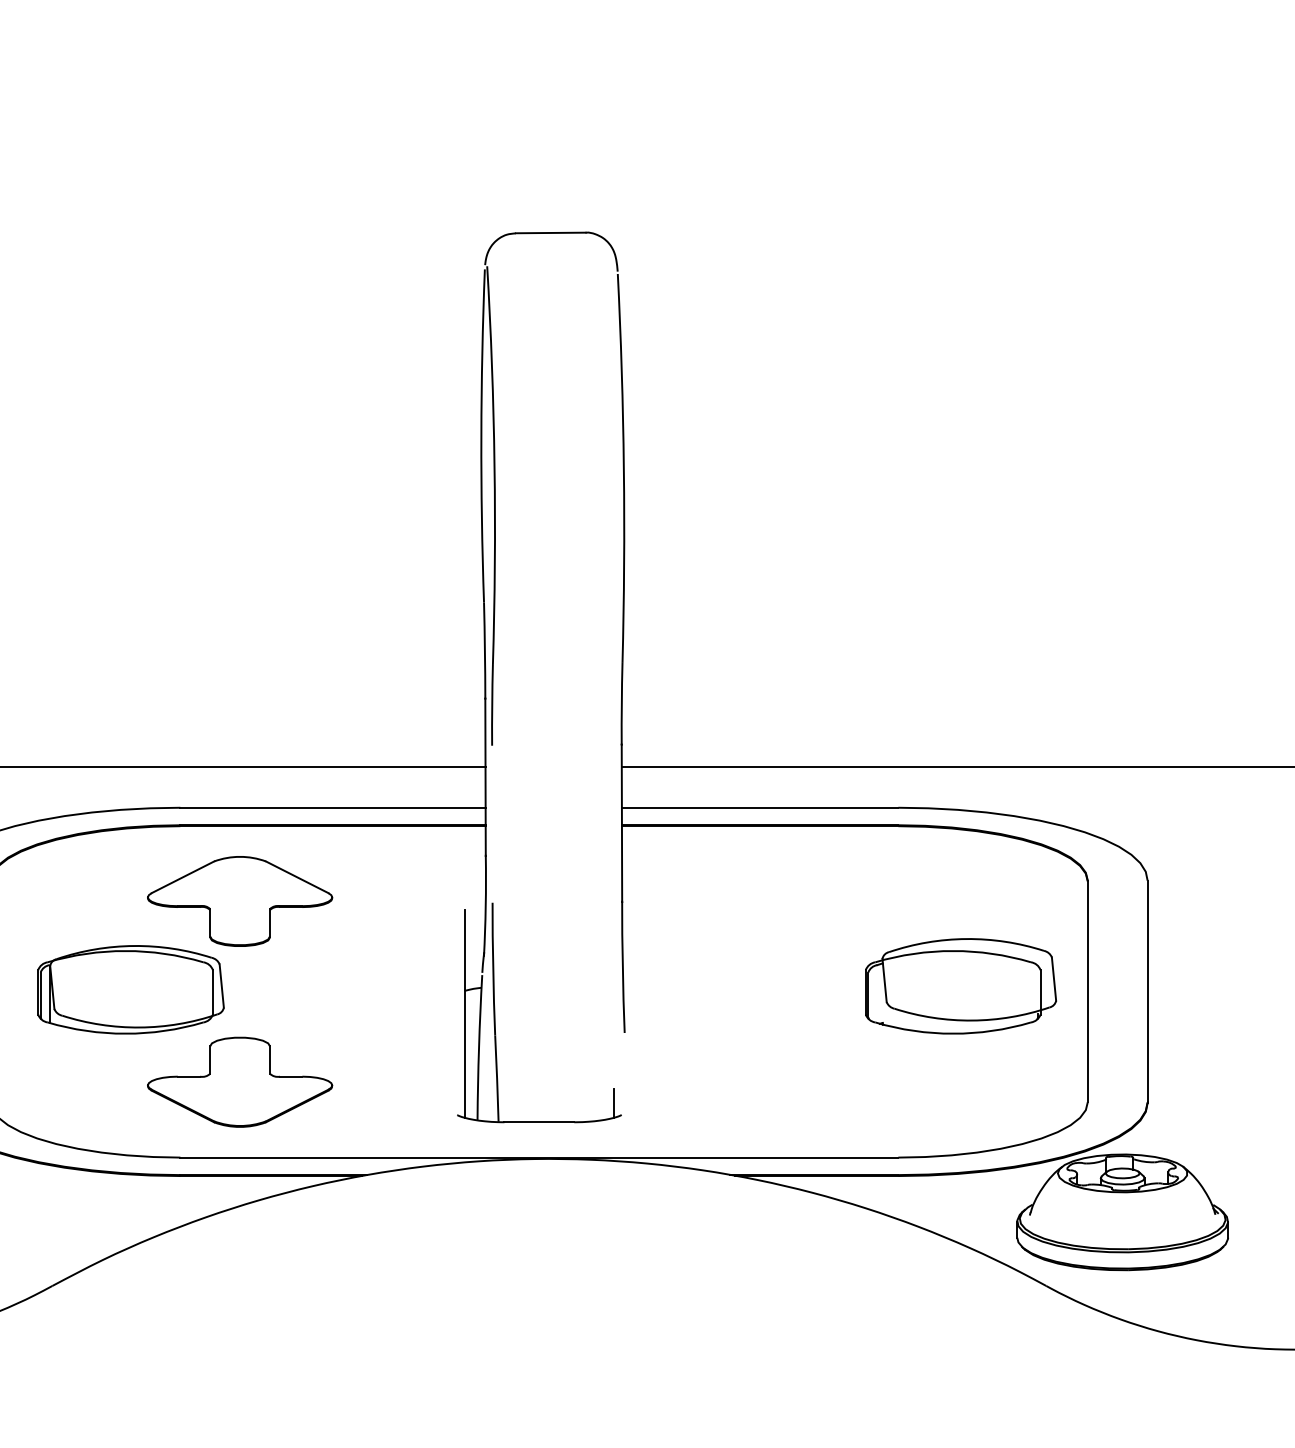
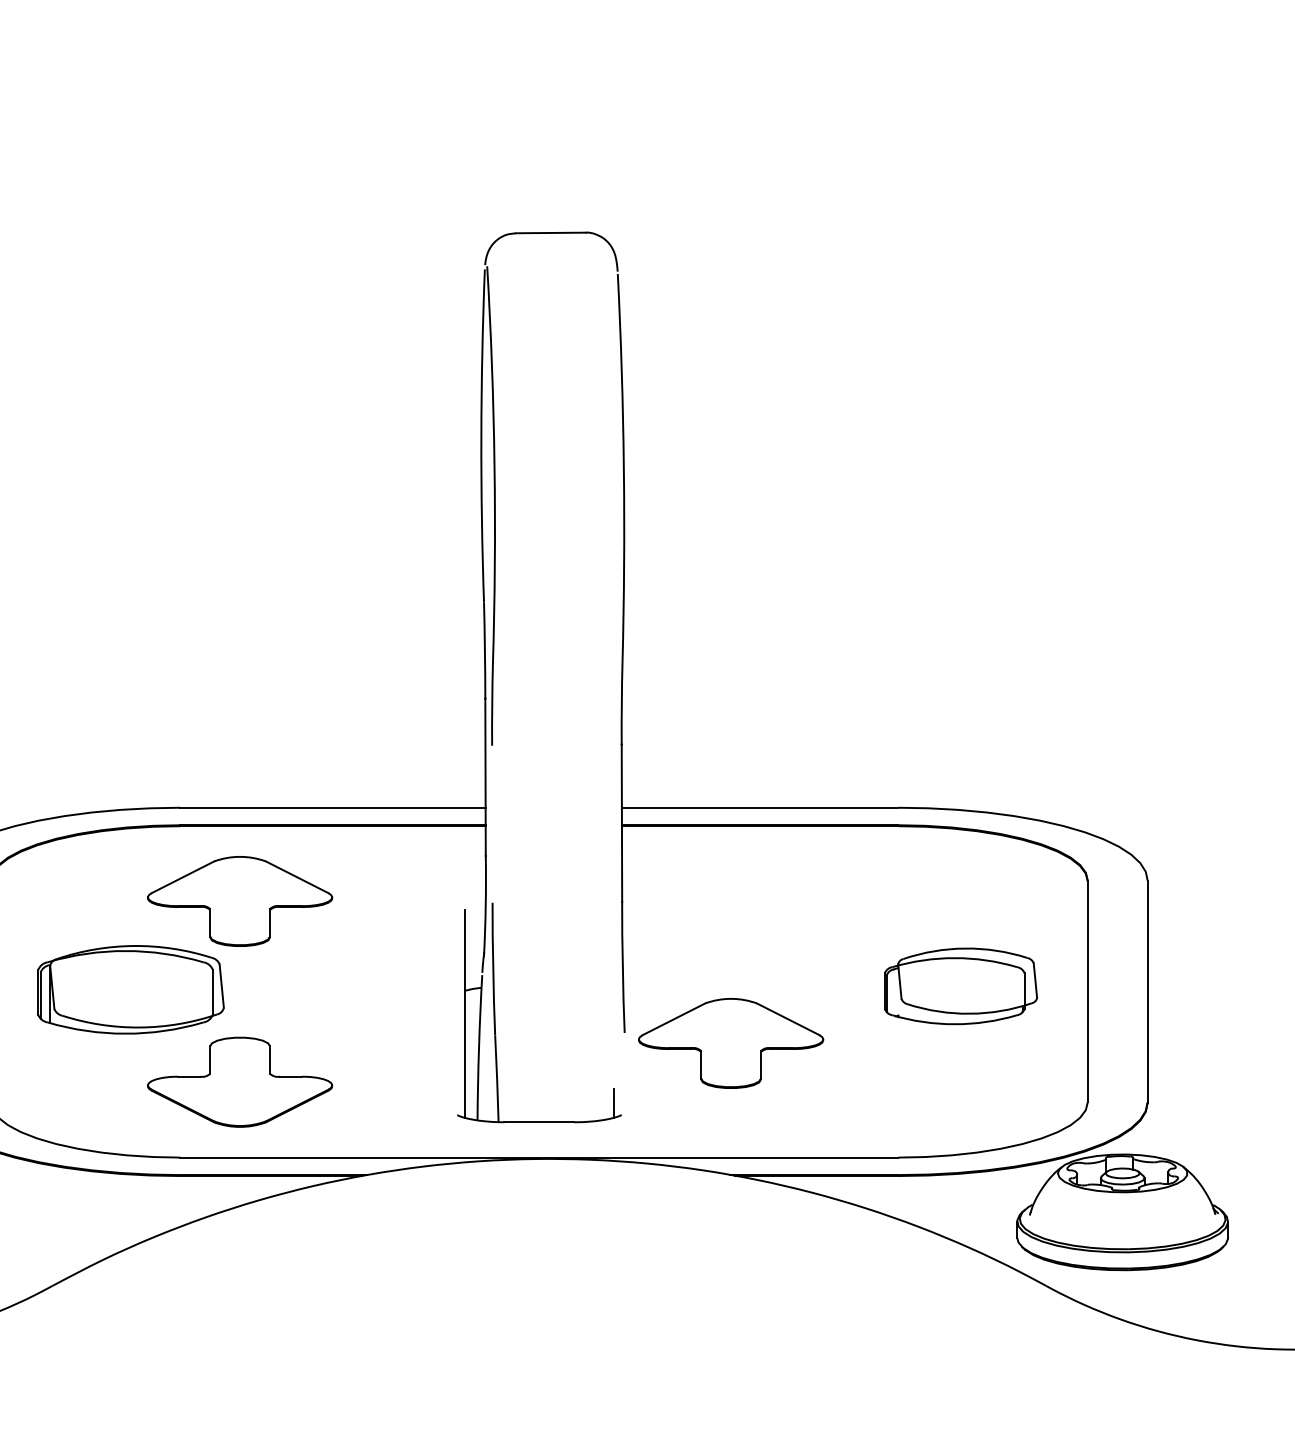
line at (243, 766): present -> none
line at (956, 766): present -> none
part at (960, 986) size: 192x97 px -> 154x79 px
part at (731, 1043): none -> present
